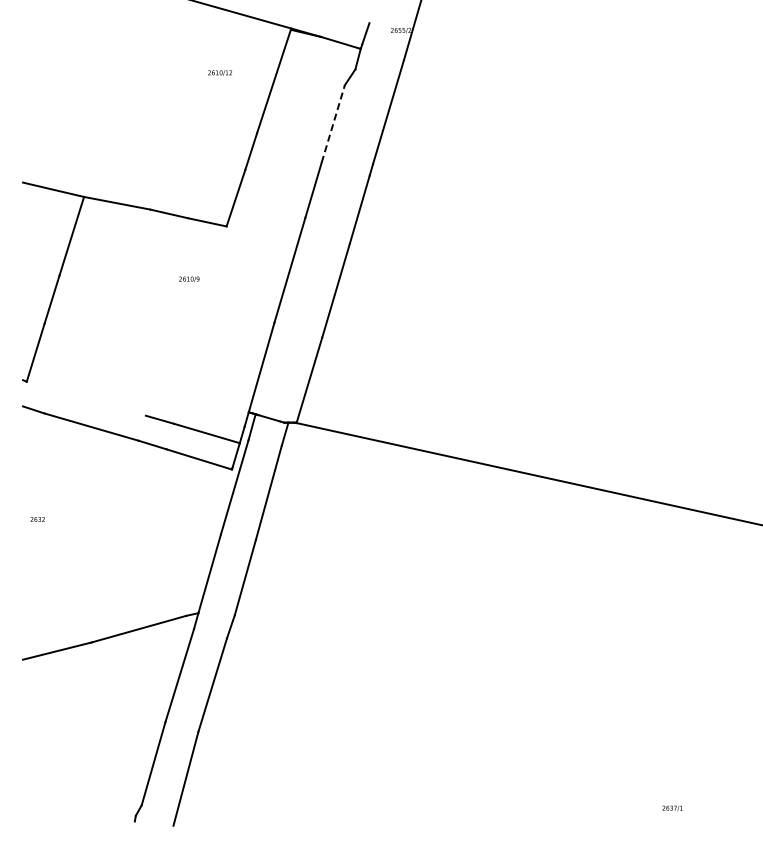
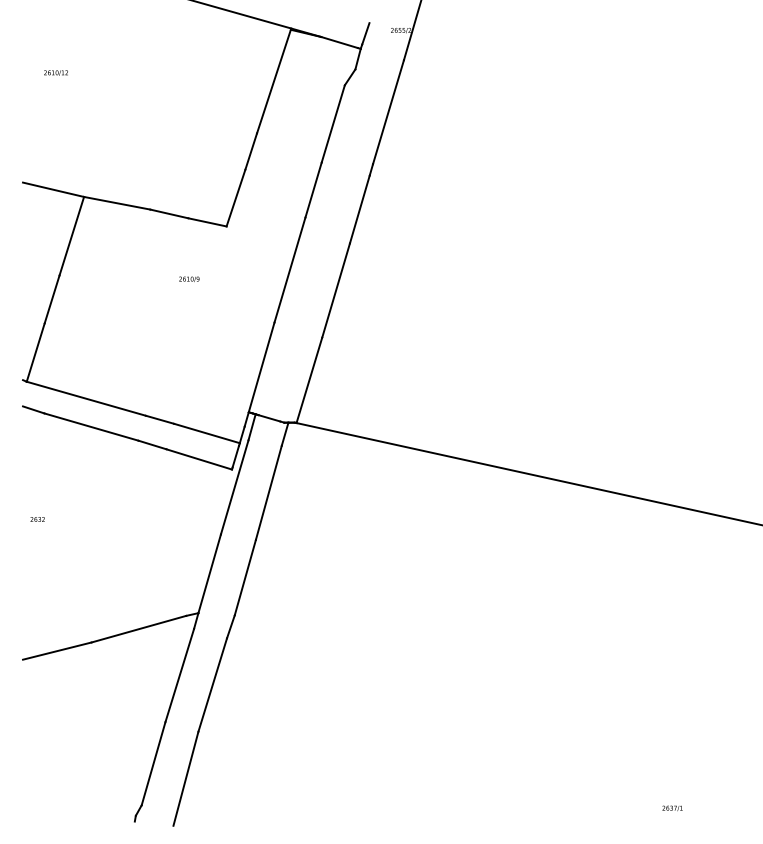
text at (219, 72) position: (219, 72) -> (55, 72)
line at (333, 123): dashed -> solid
line at (85, 398): none -> present
